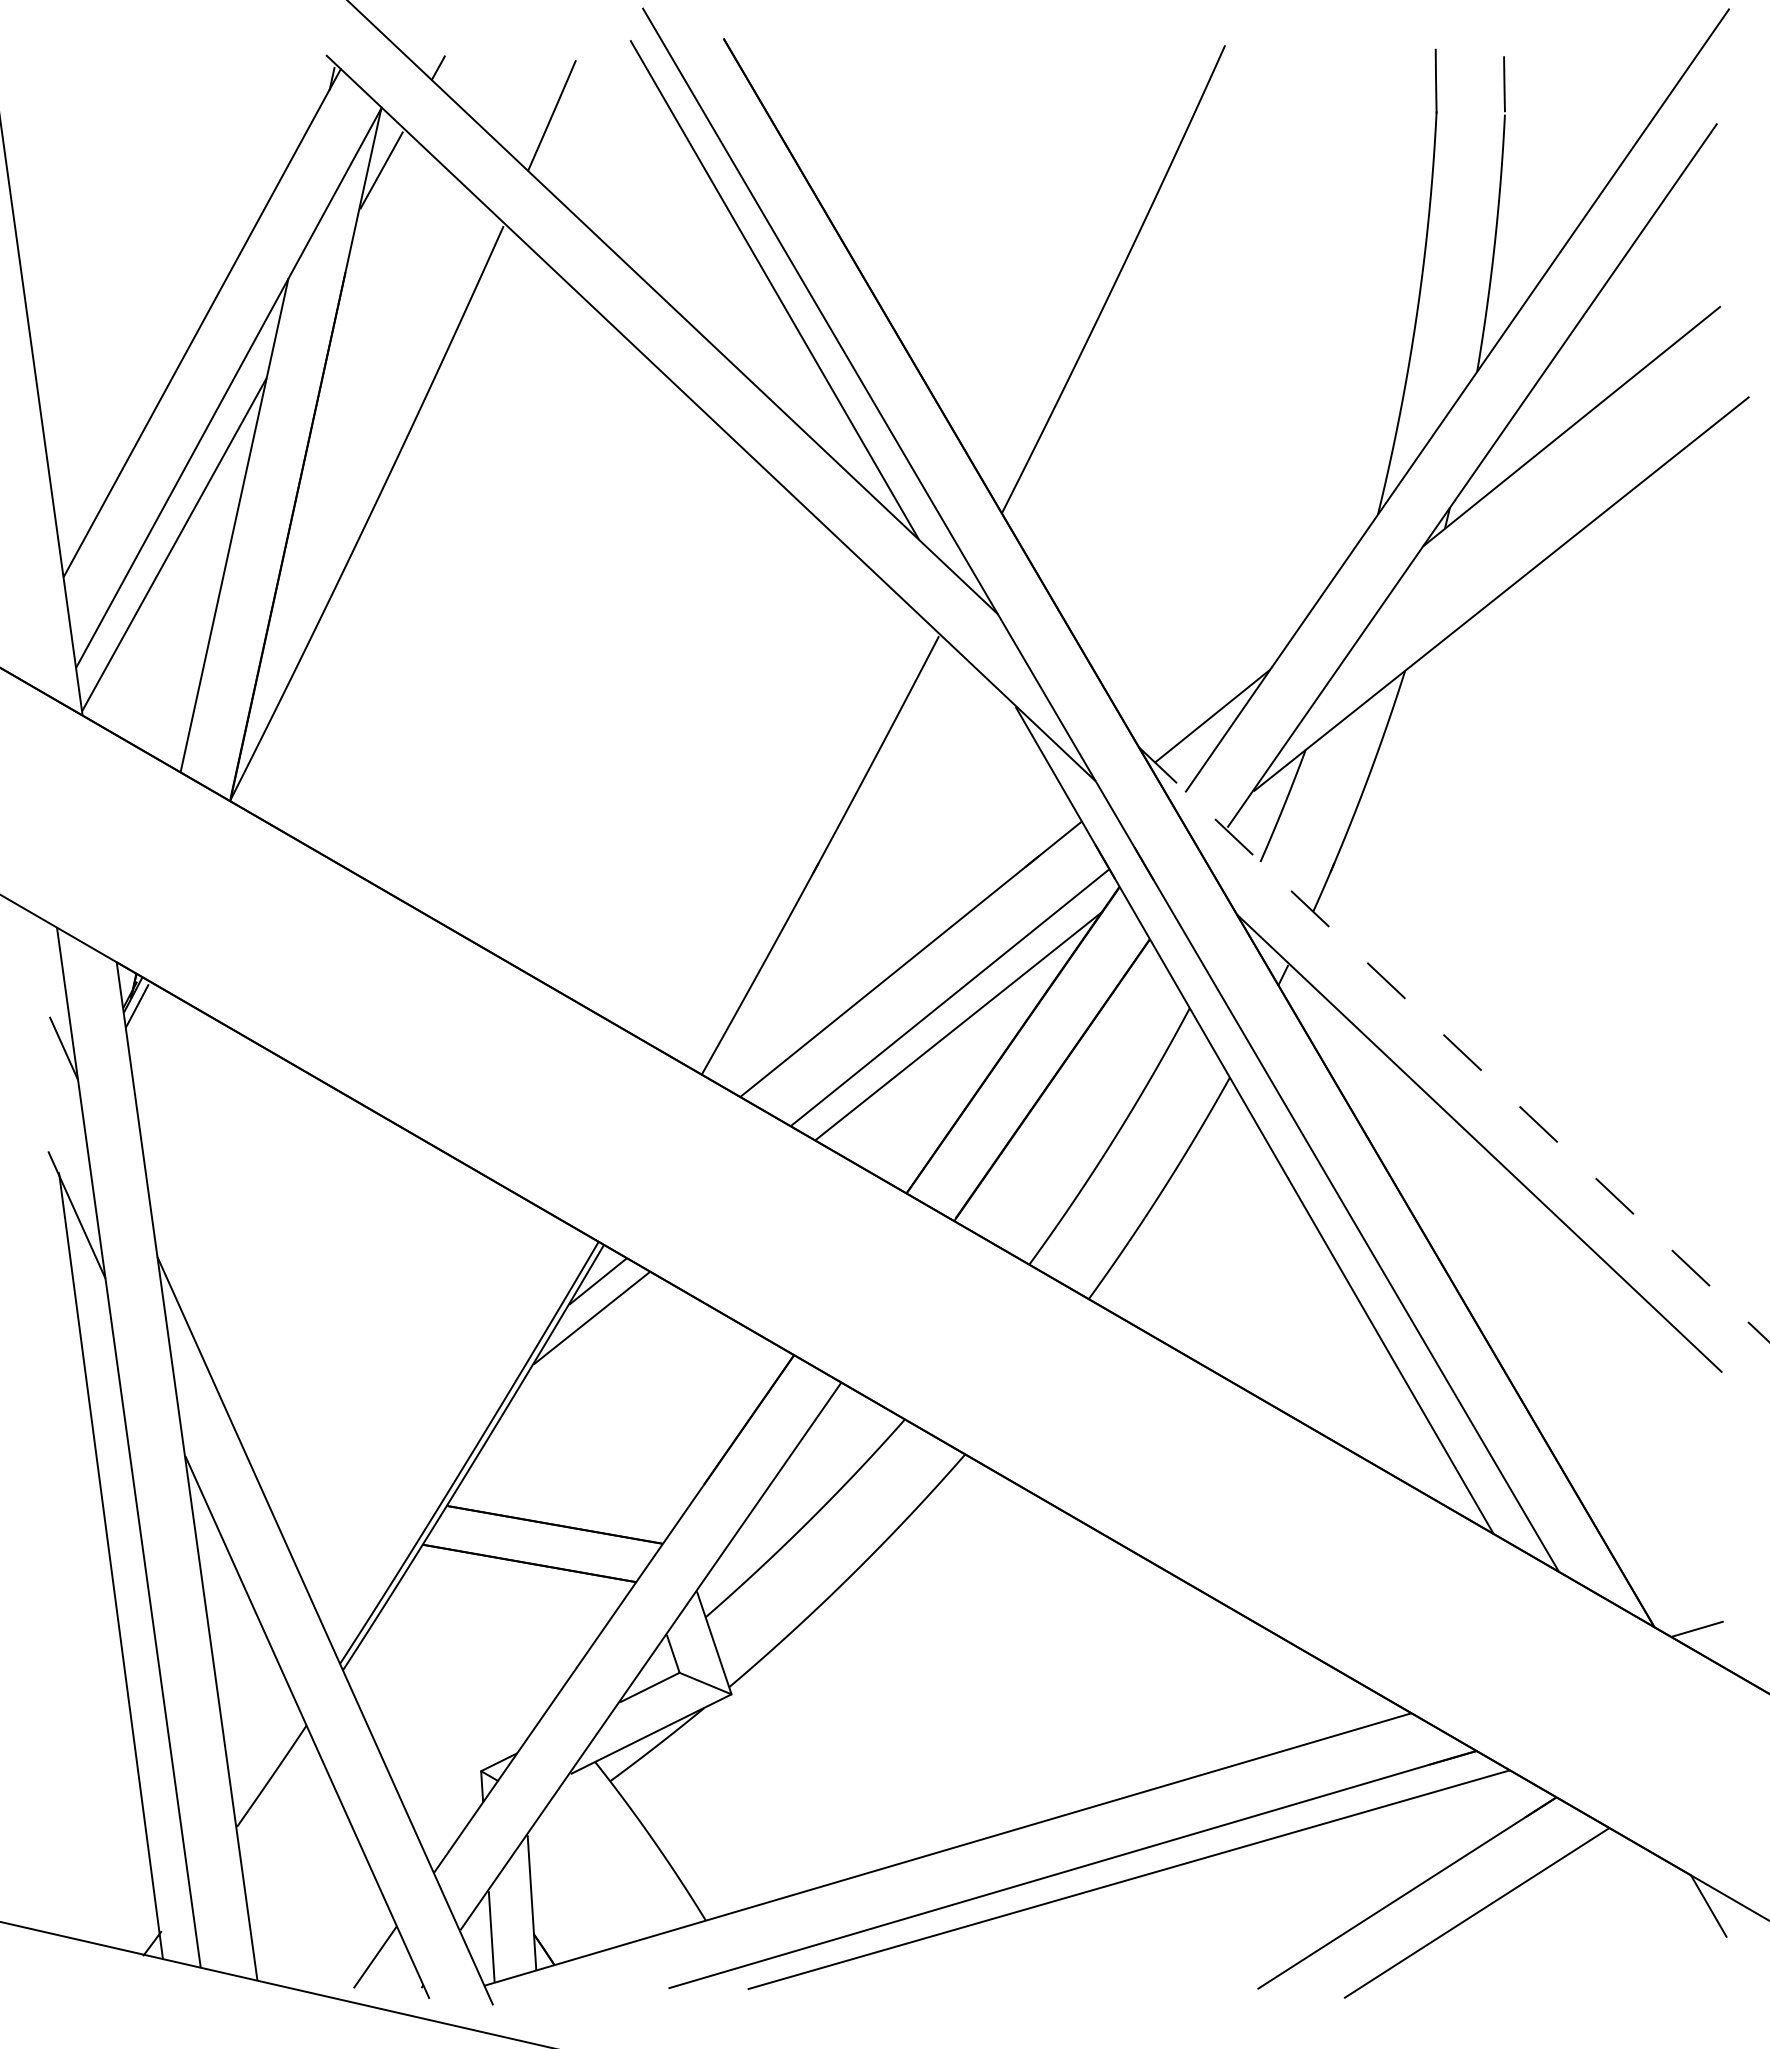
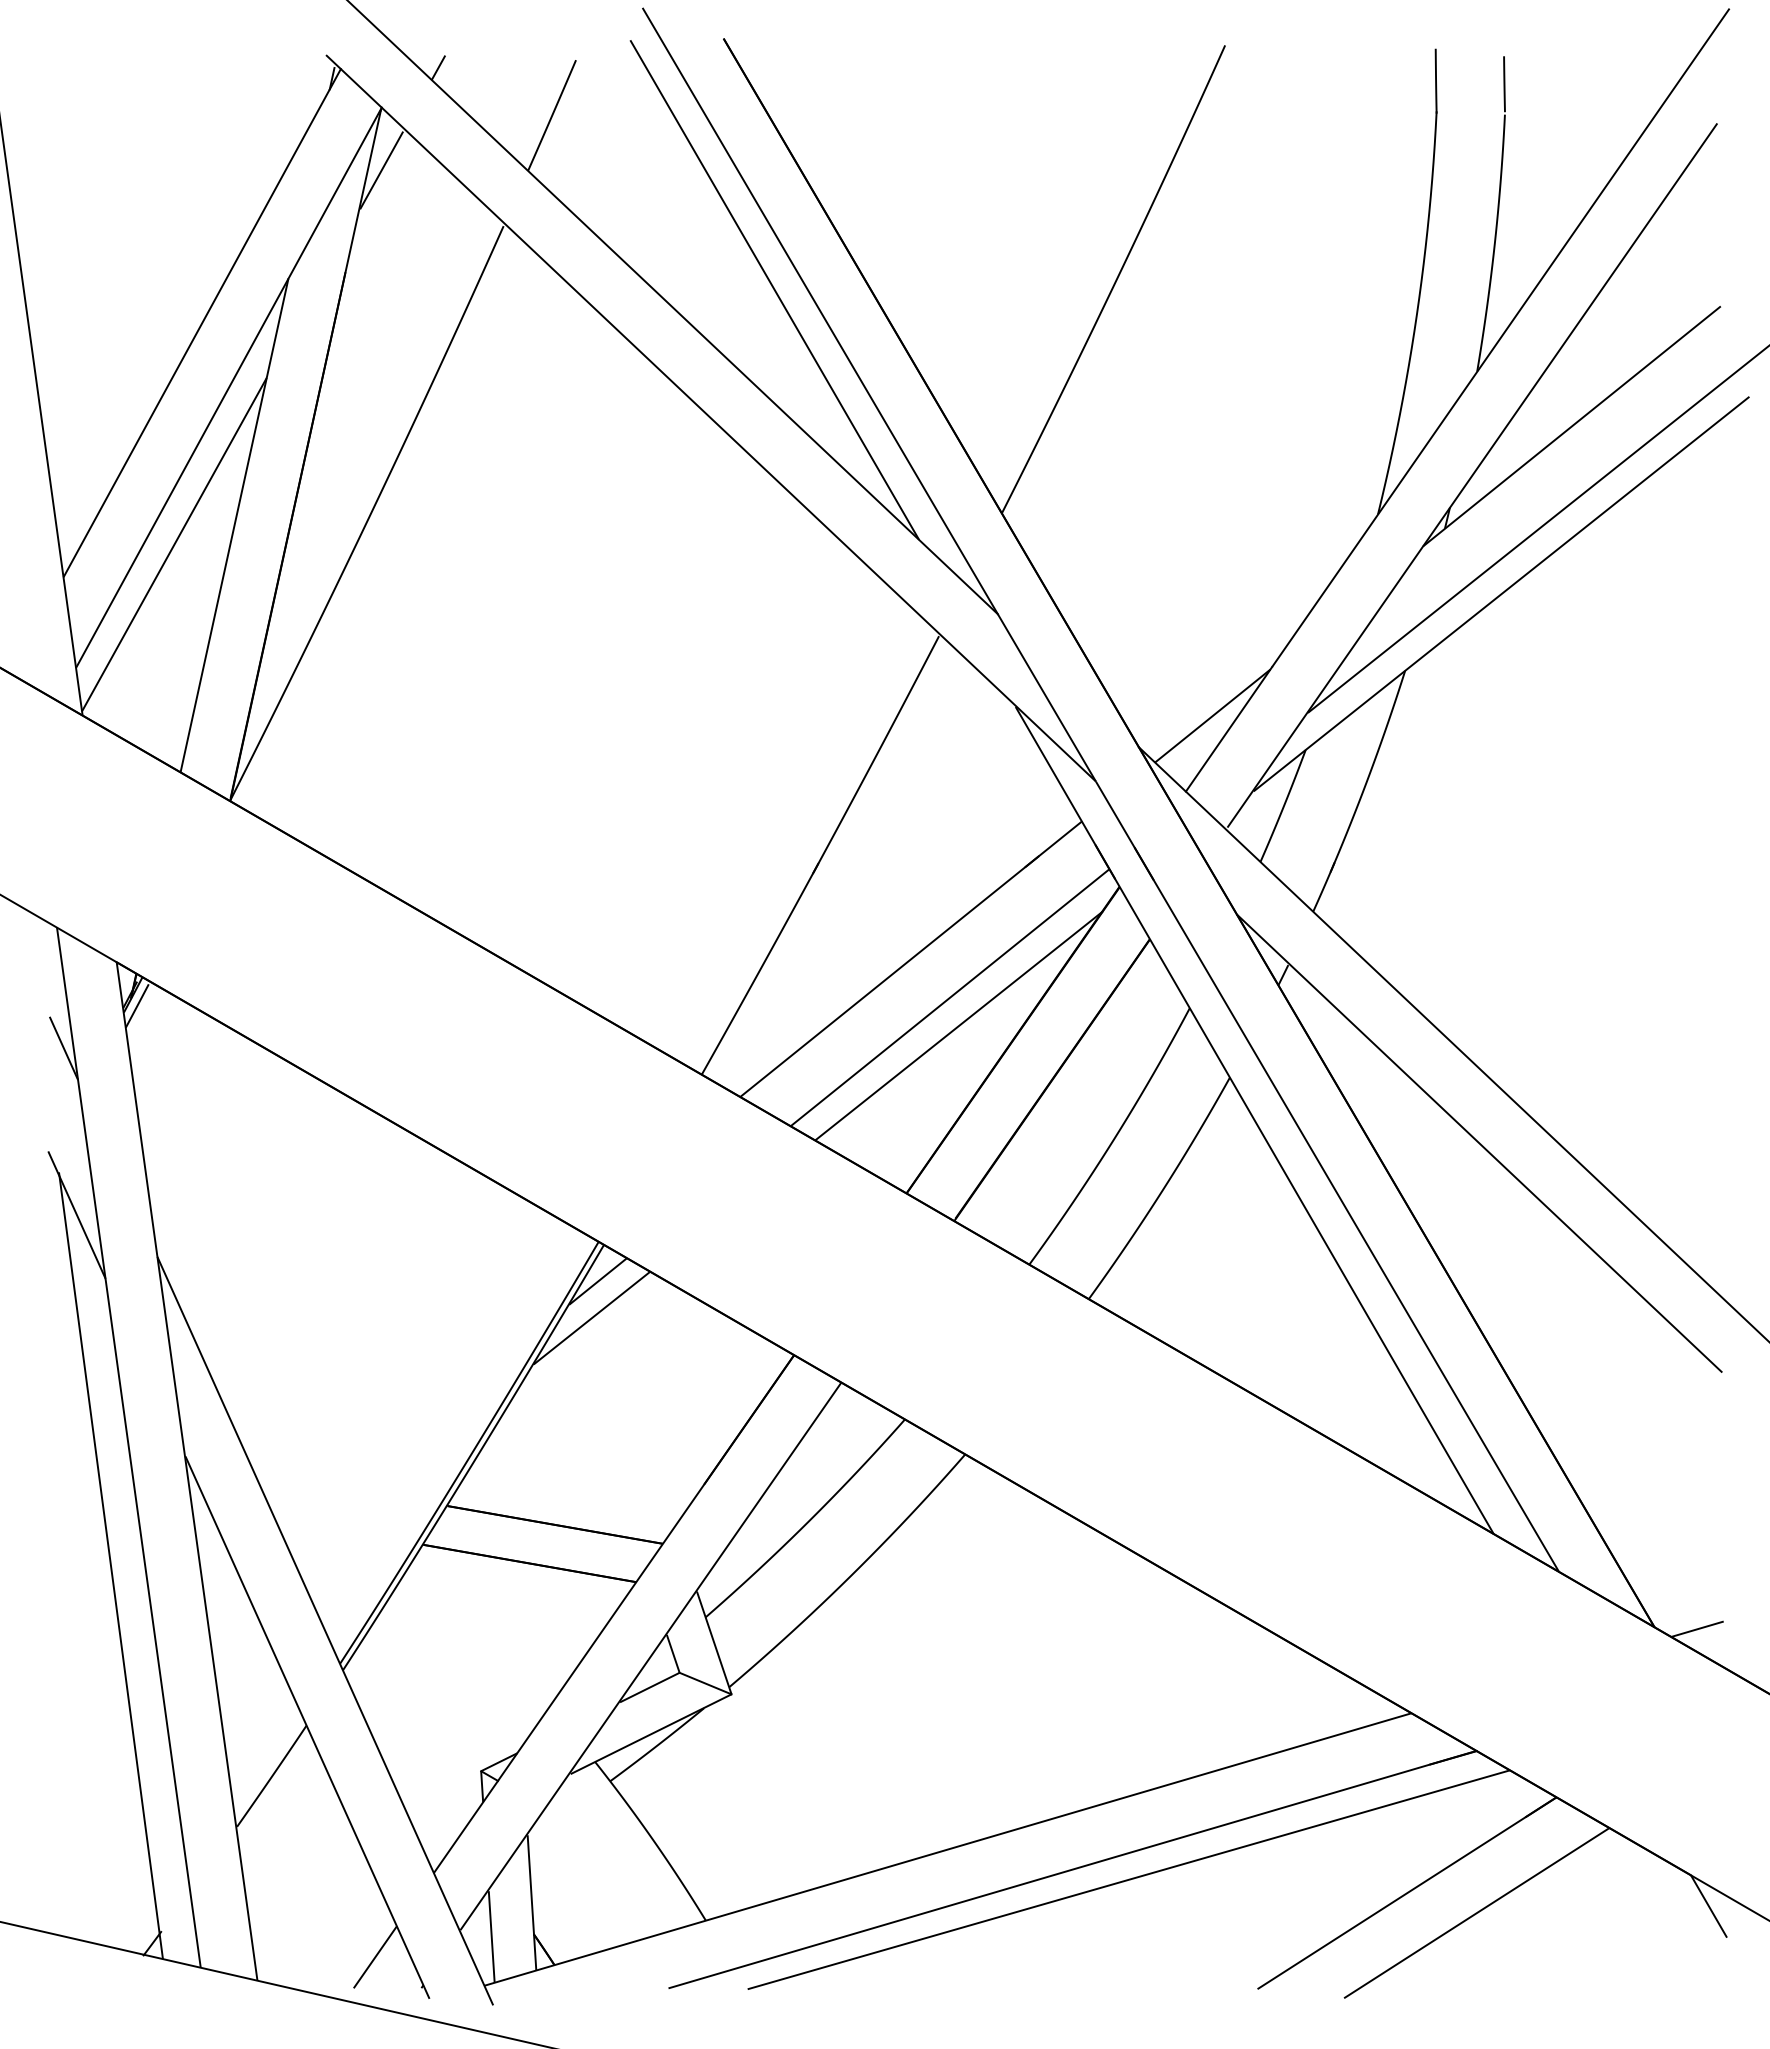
line at (1537, 529): none -> present
line at (1454, 1044): dashed -> solid
